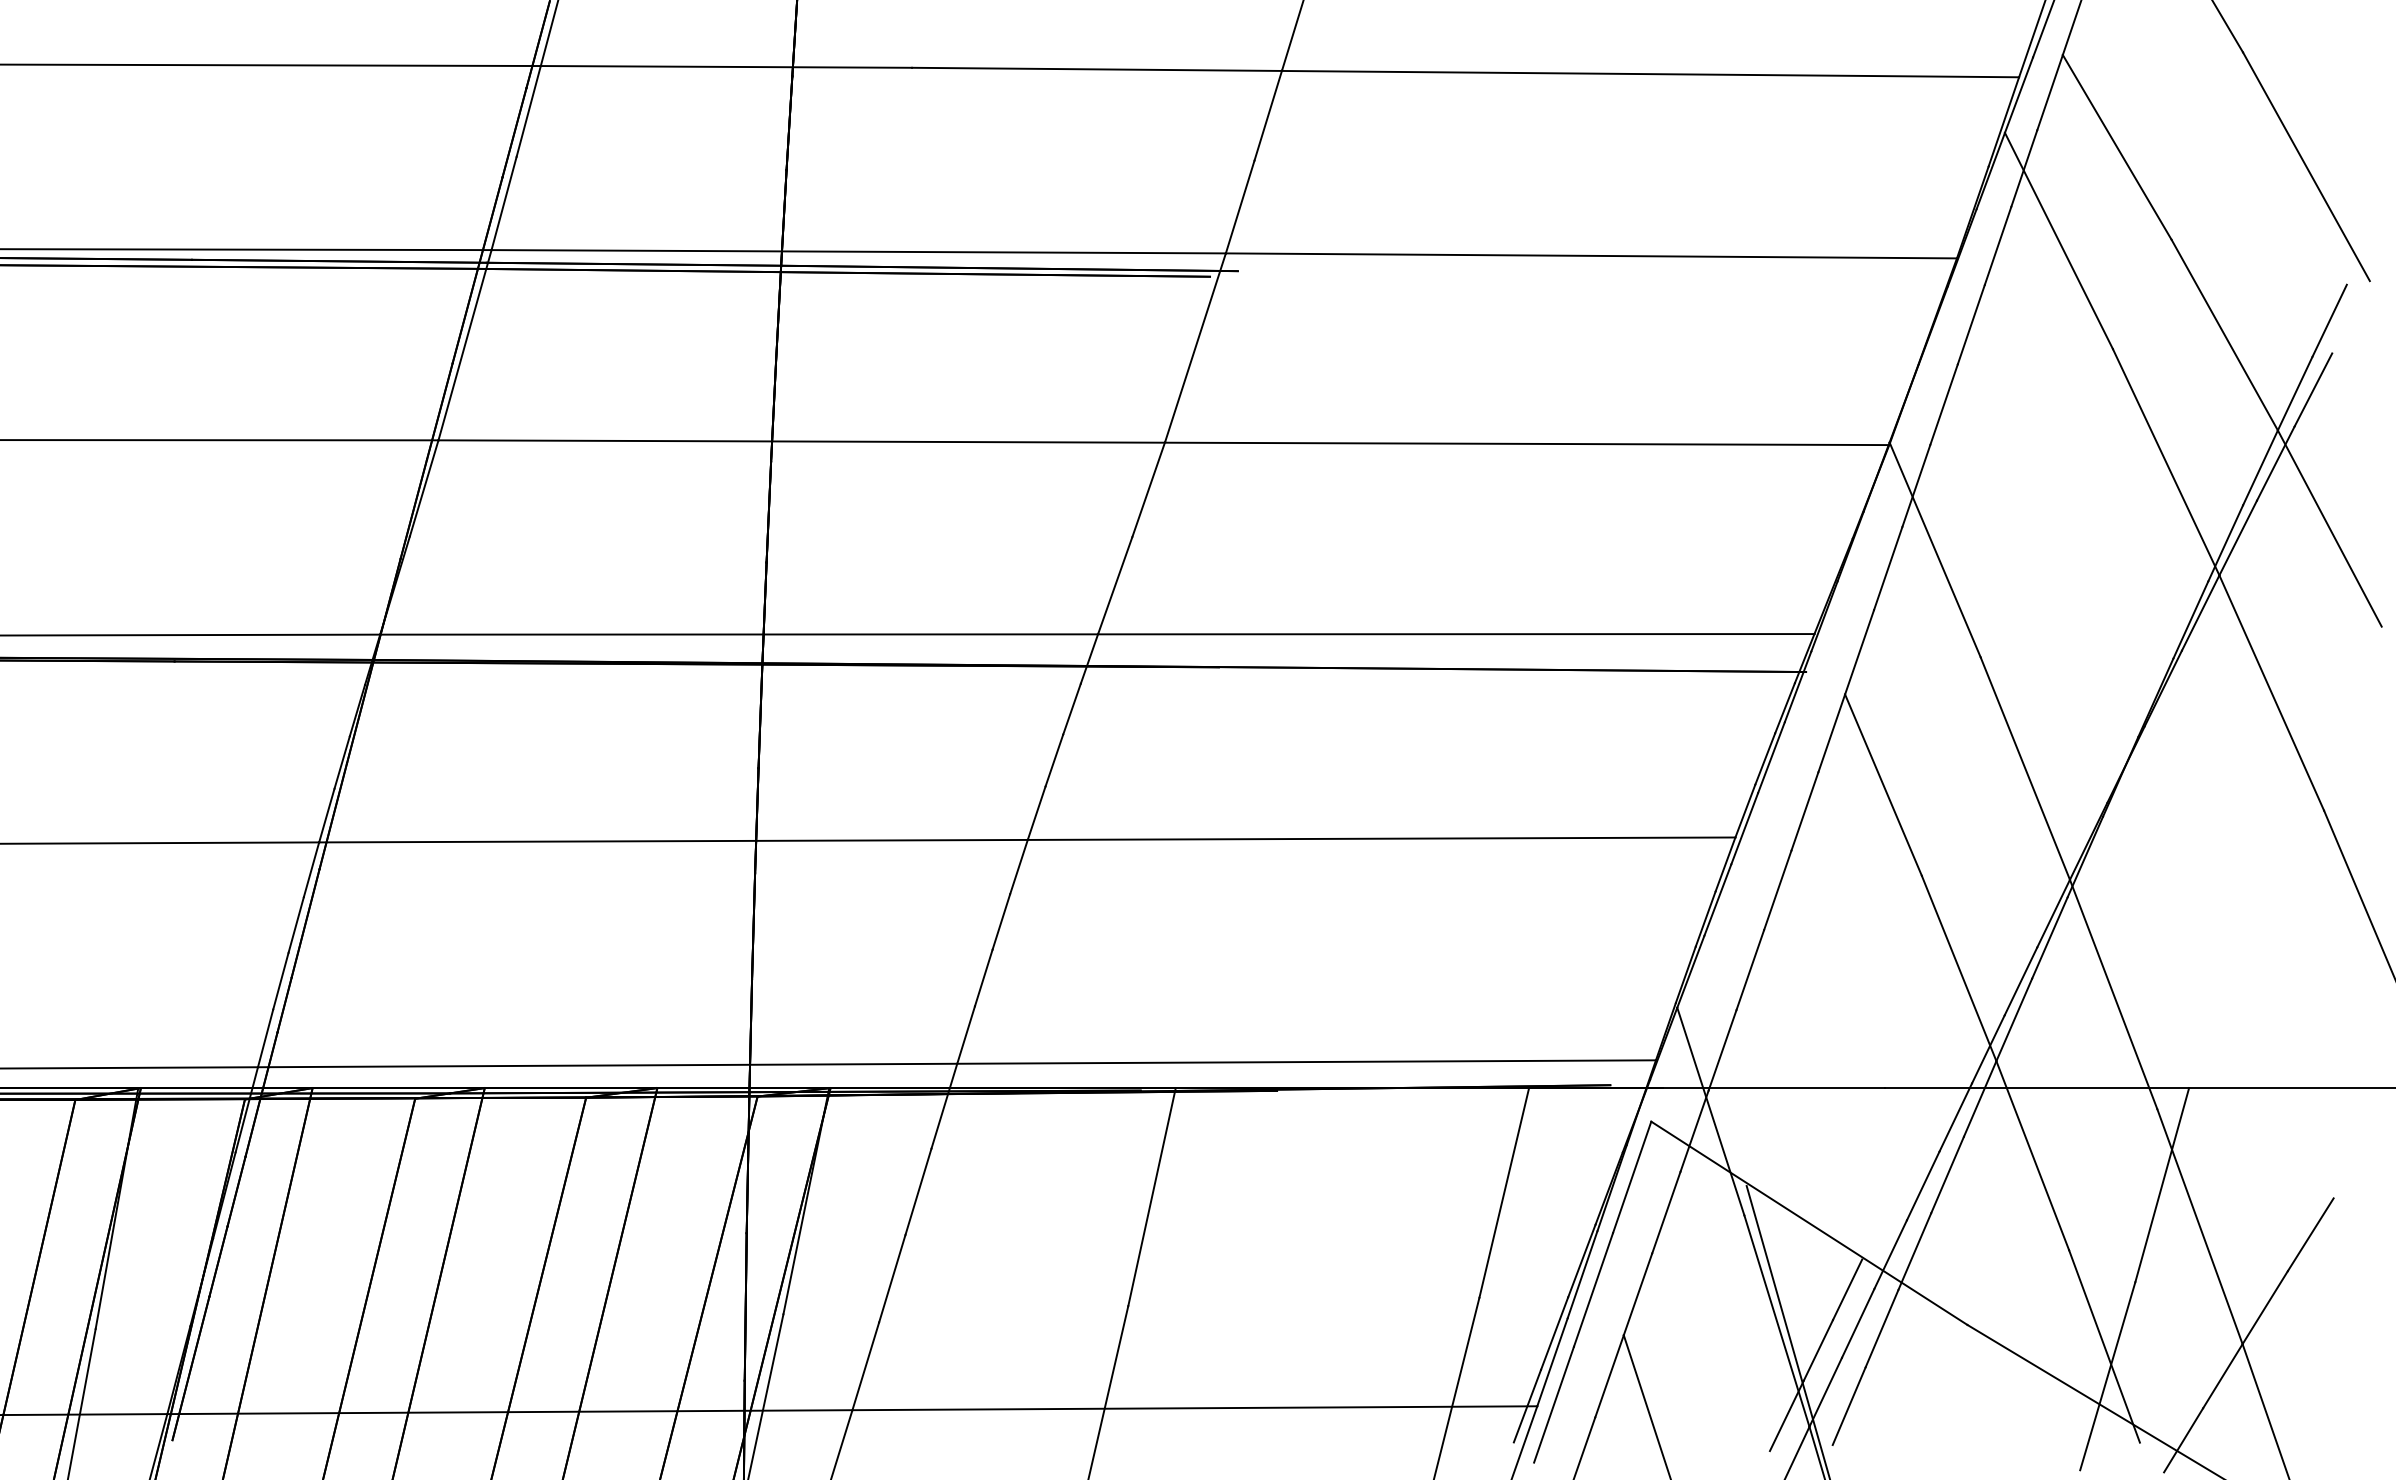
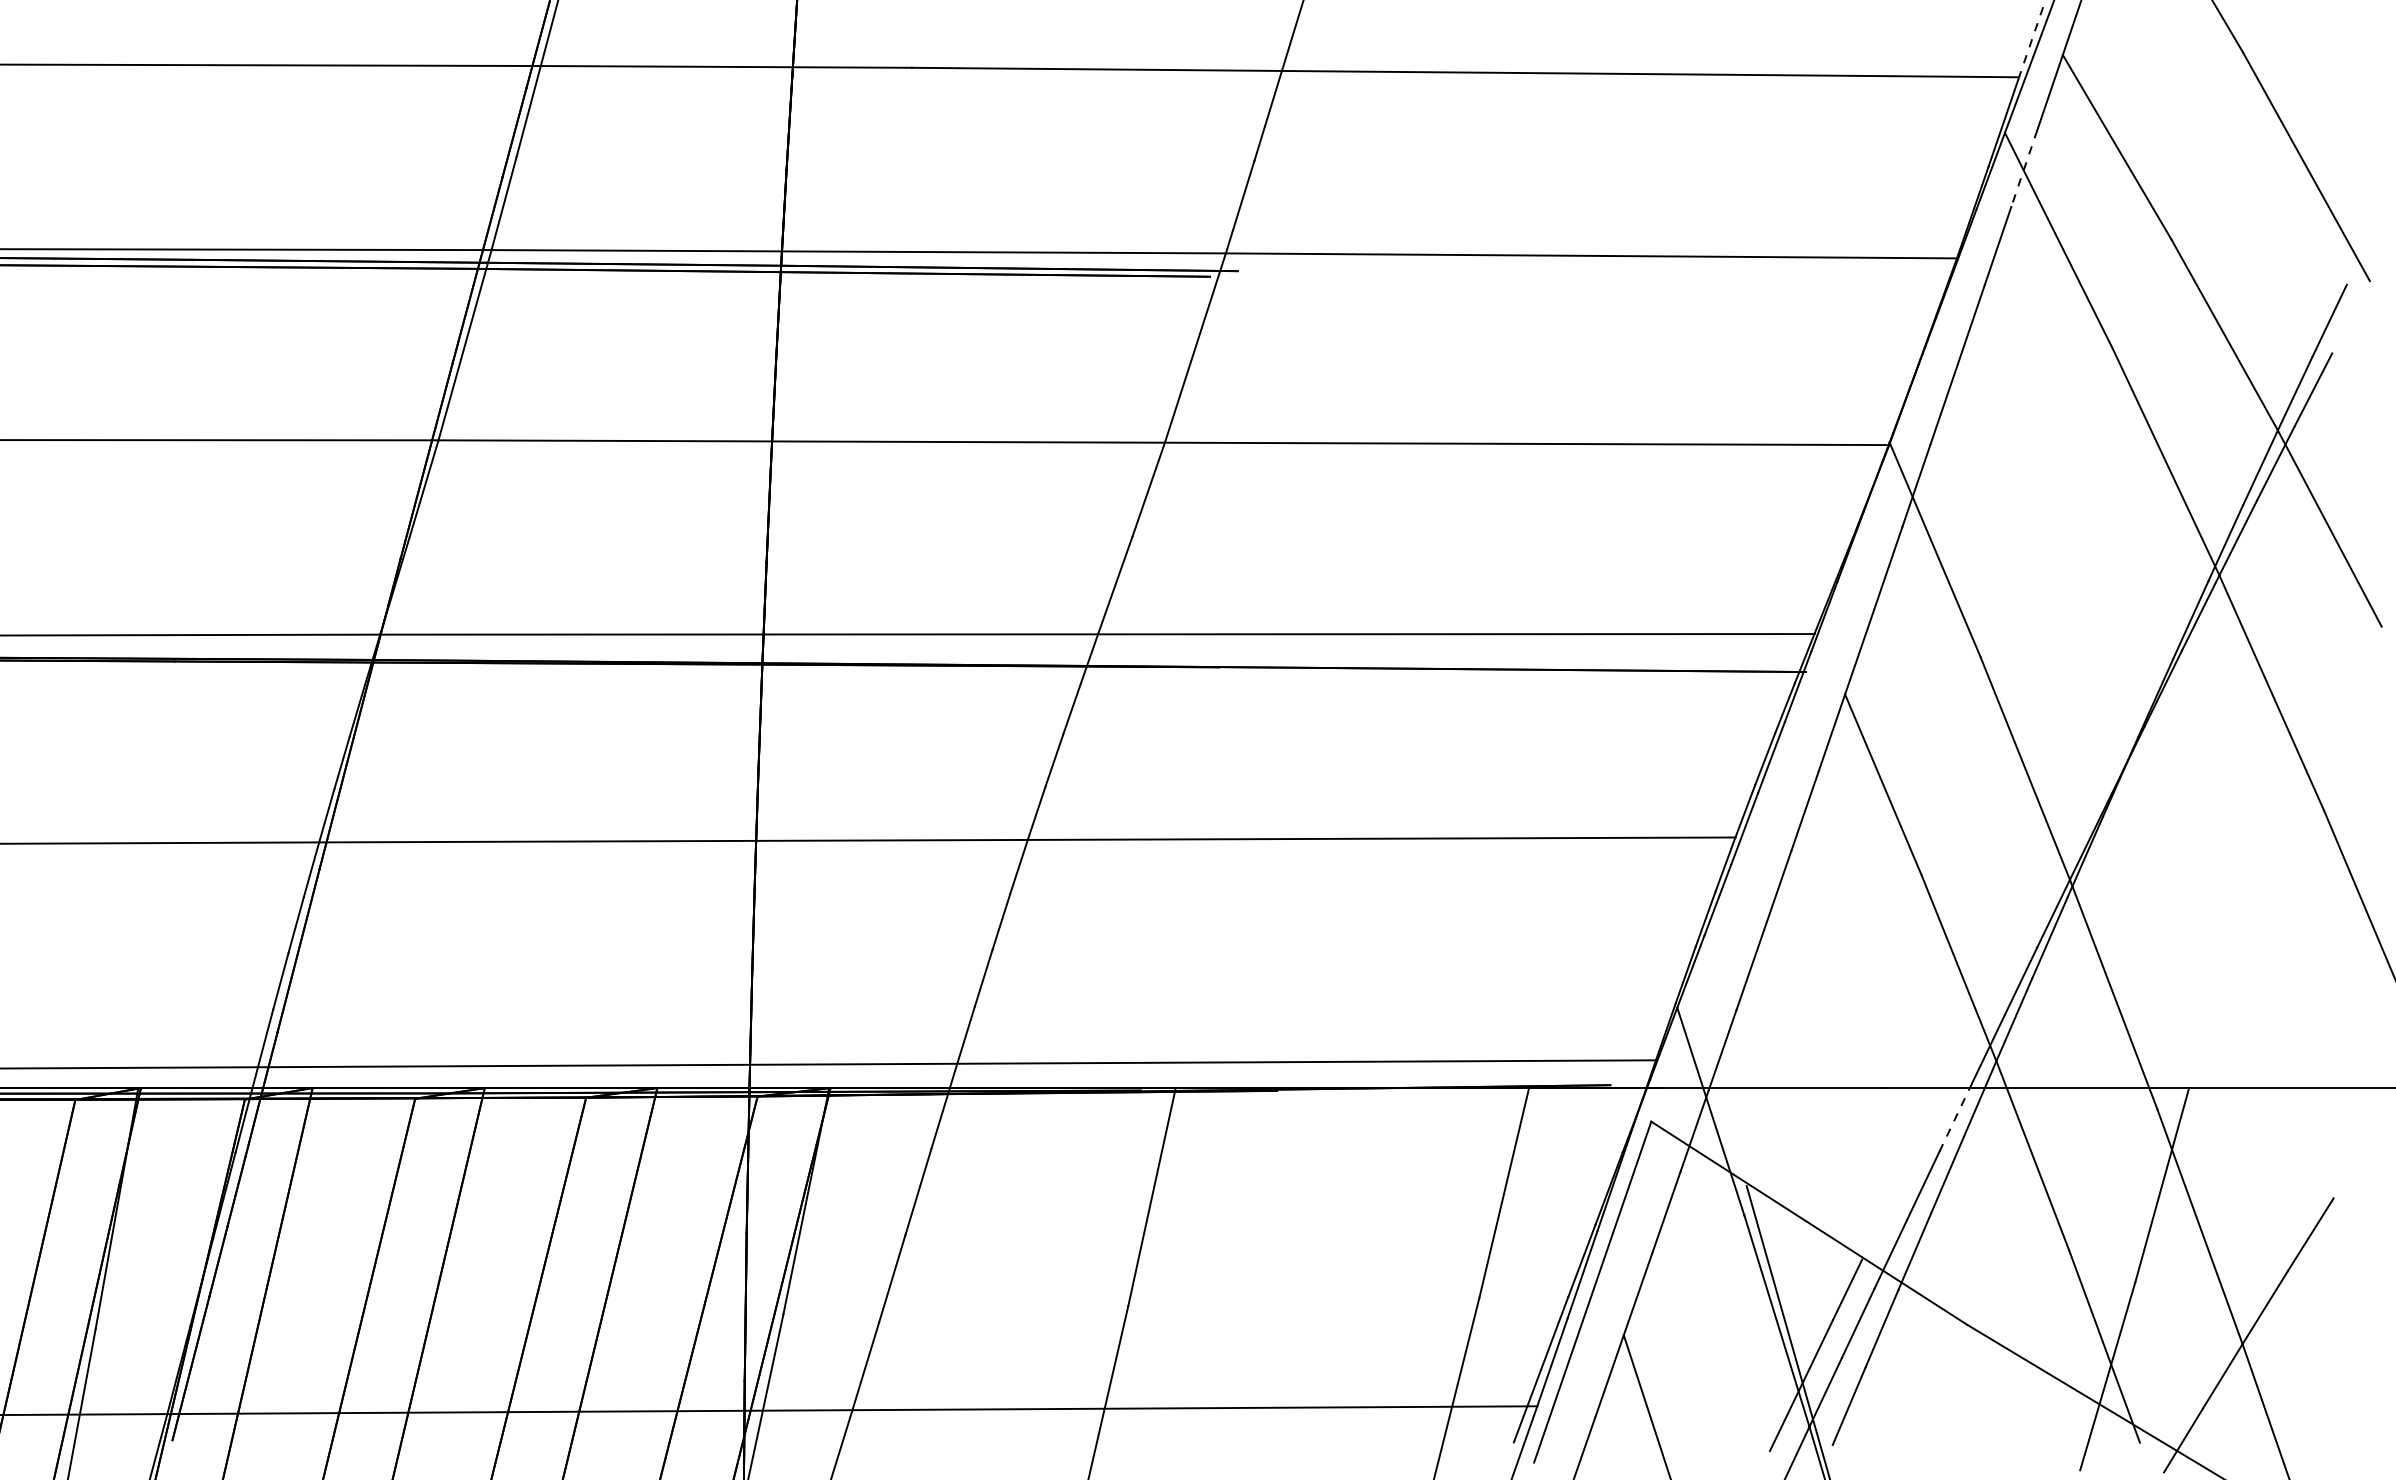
line at (2032, 39): solid -> dashed
line at (2024, 169): solid -> dashed
line at (1955, 1117): solid -> dashed
